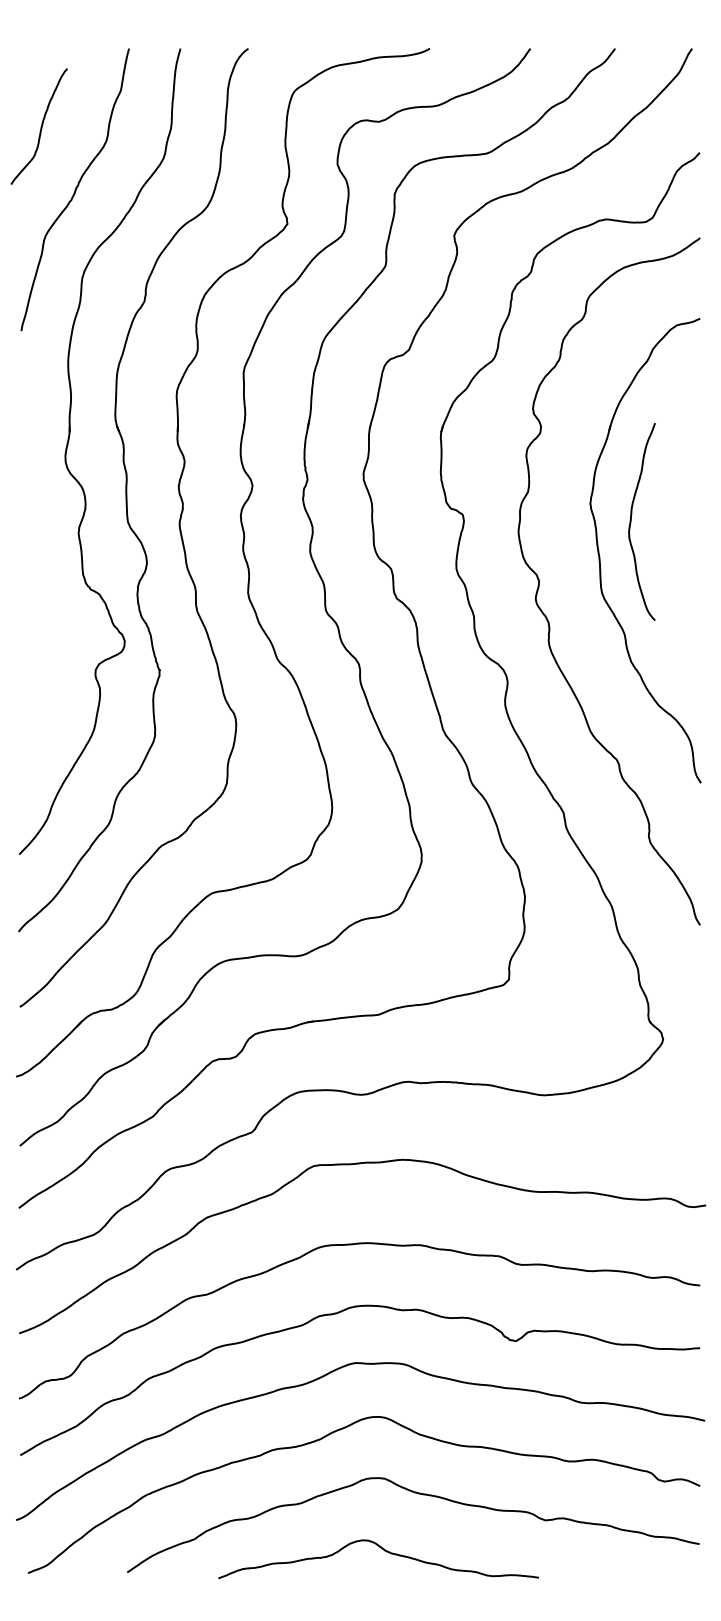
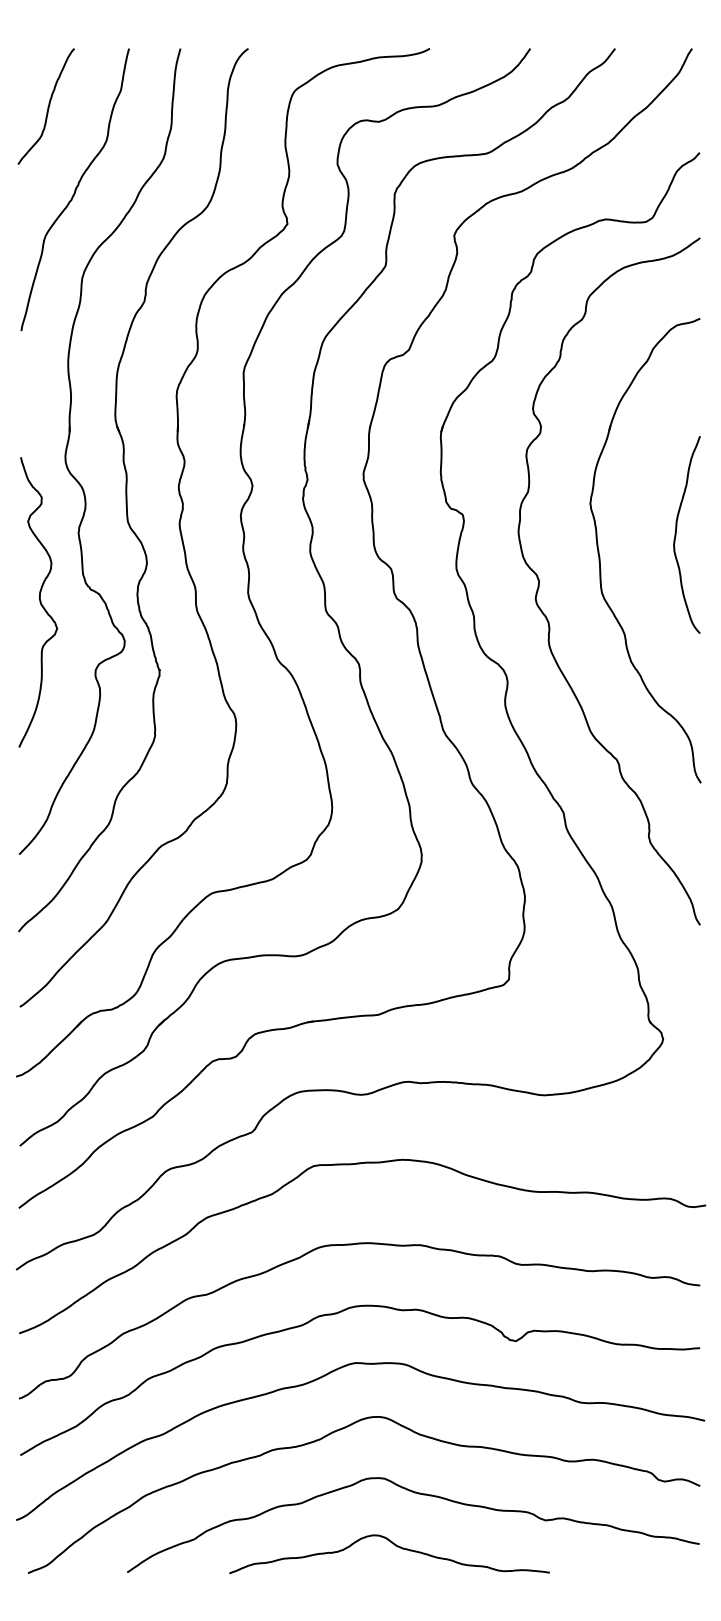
curve at (40, 127) position: (40, 127) -> (47, 107)
curve at (631, 521) position: (631, 521) -> (676, 534)
curve at (39, 602): none -> present
curve at (384, 1551) position: (384, 1551) -> (395, 1546)
